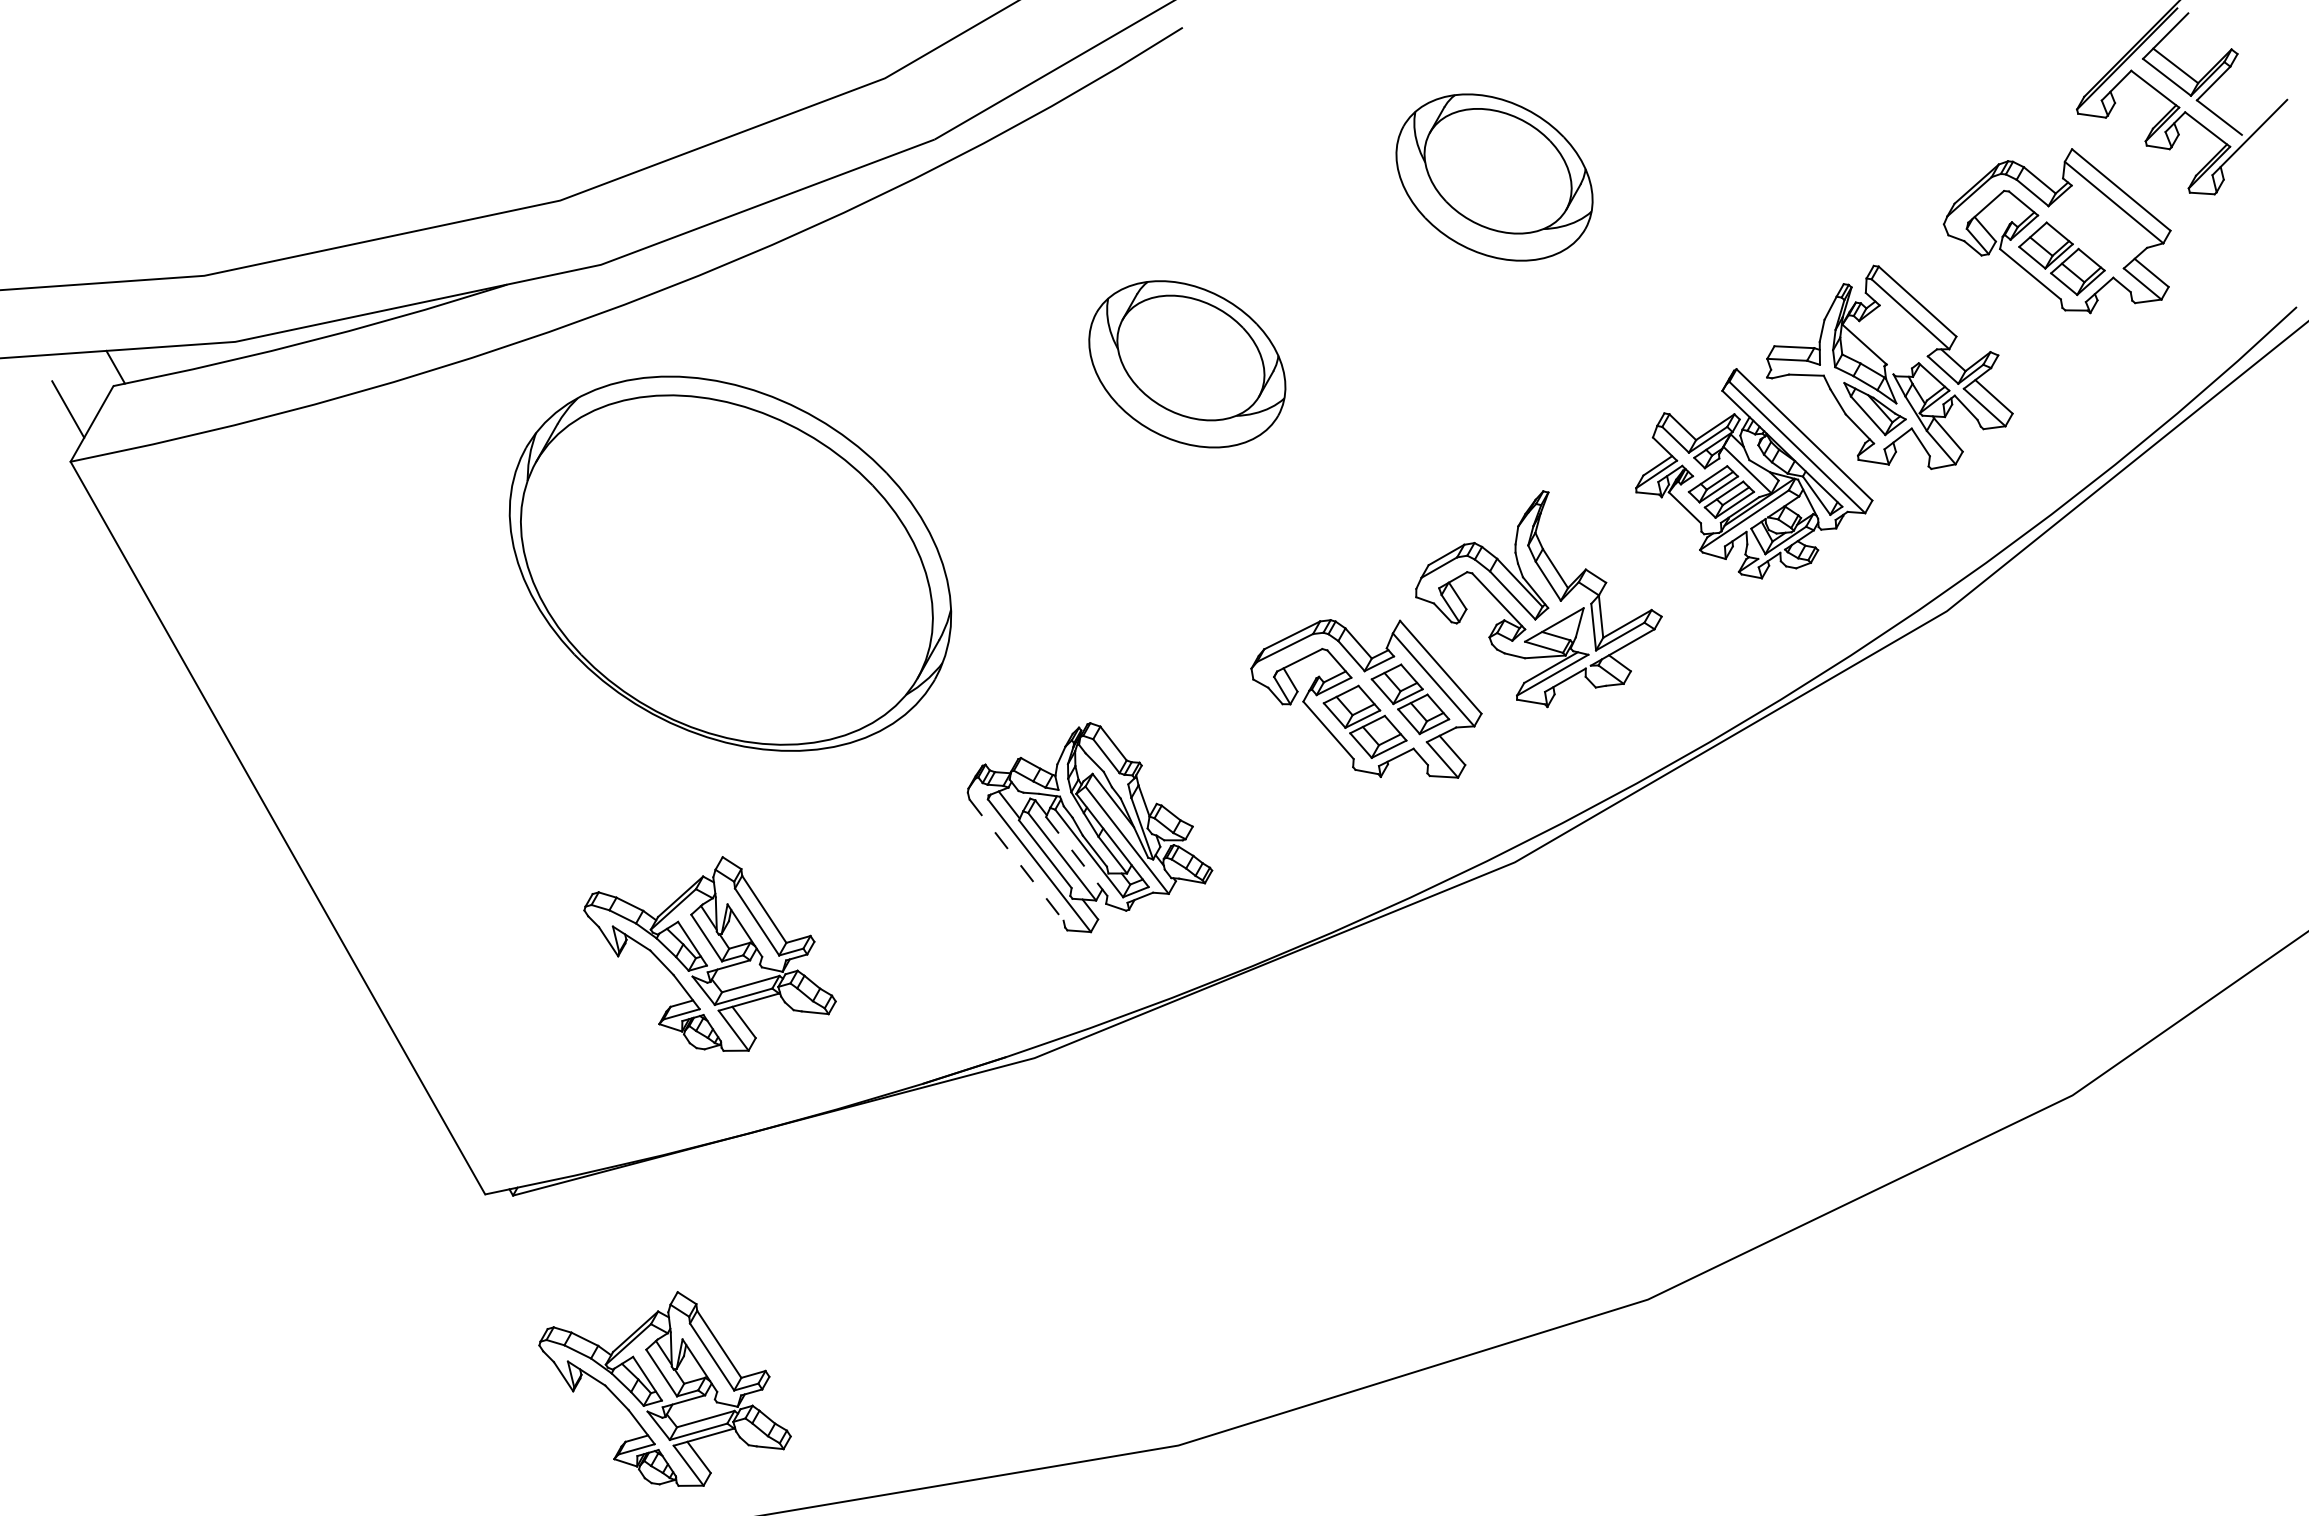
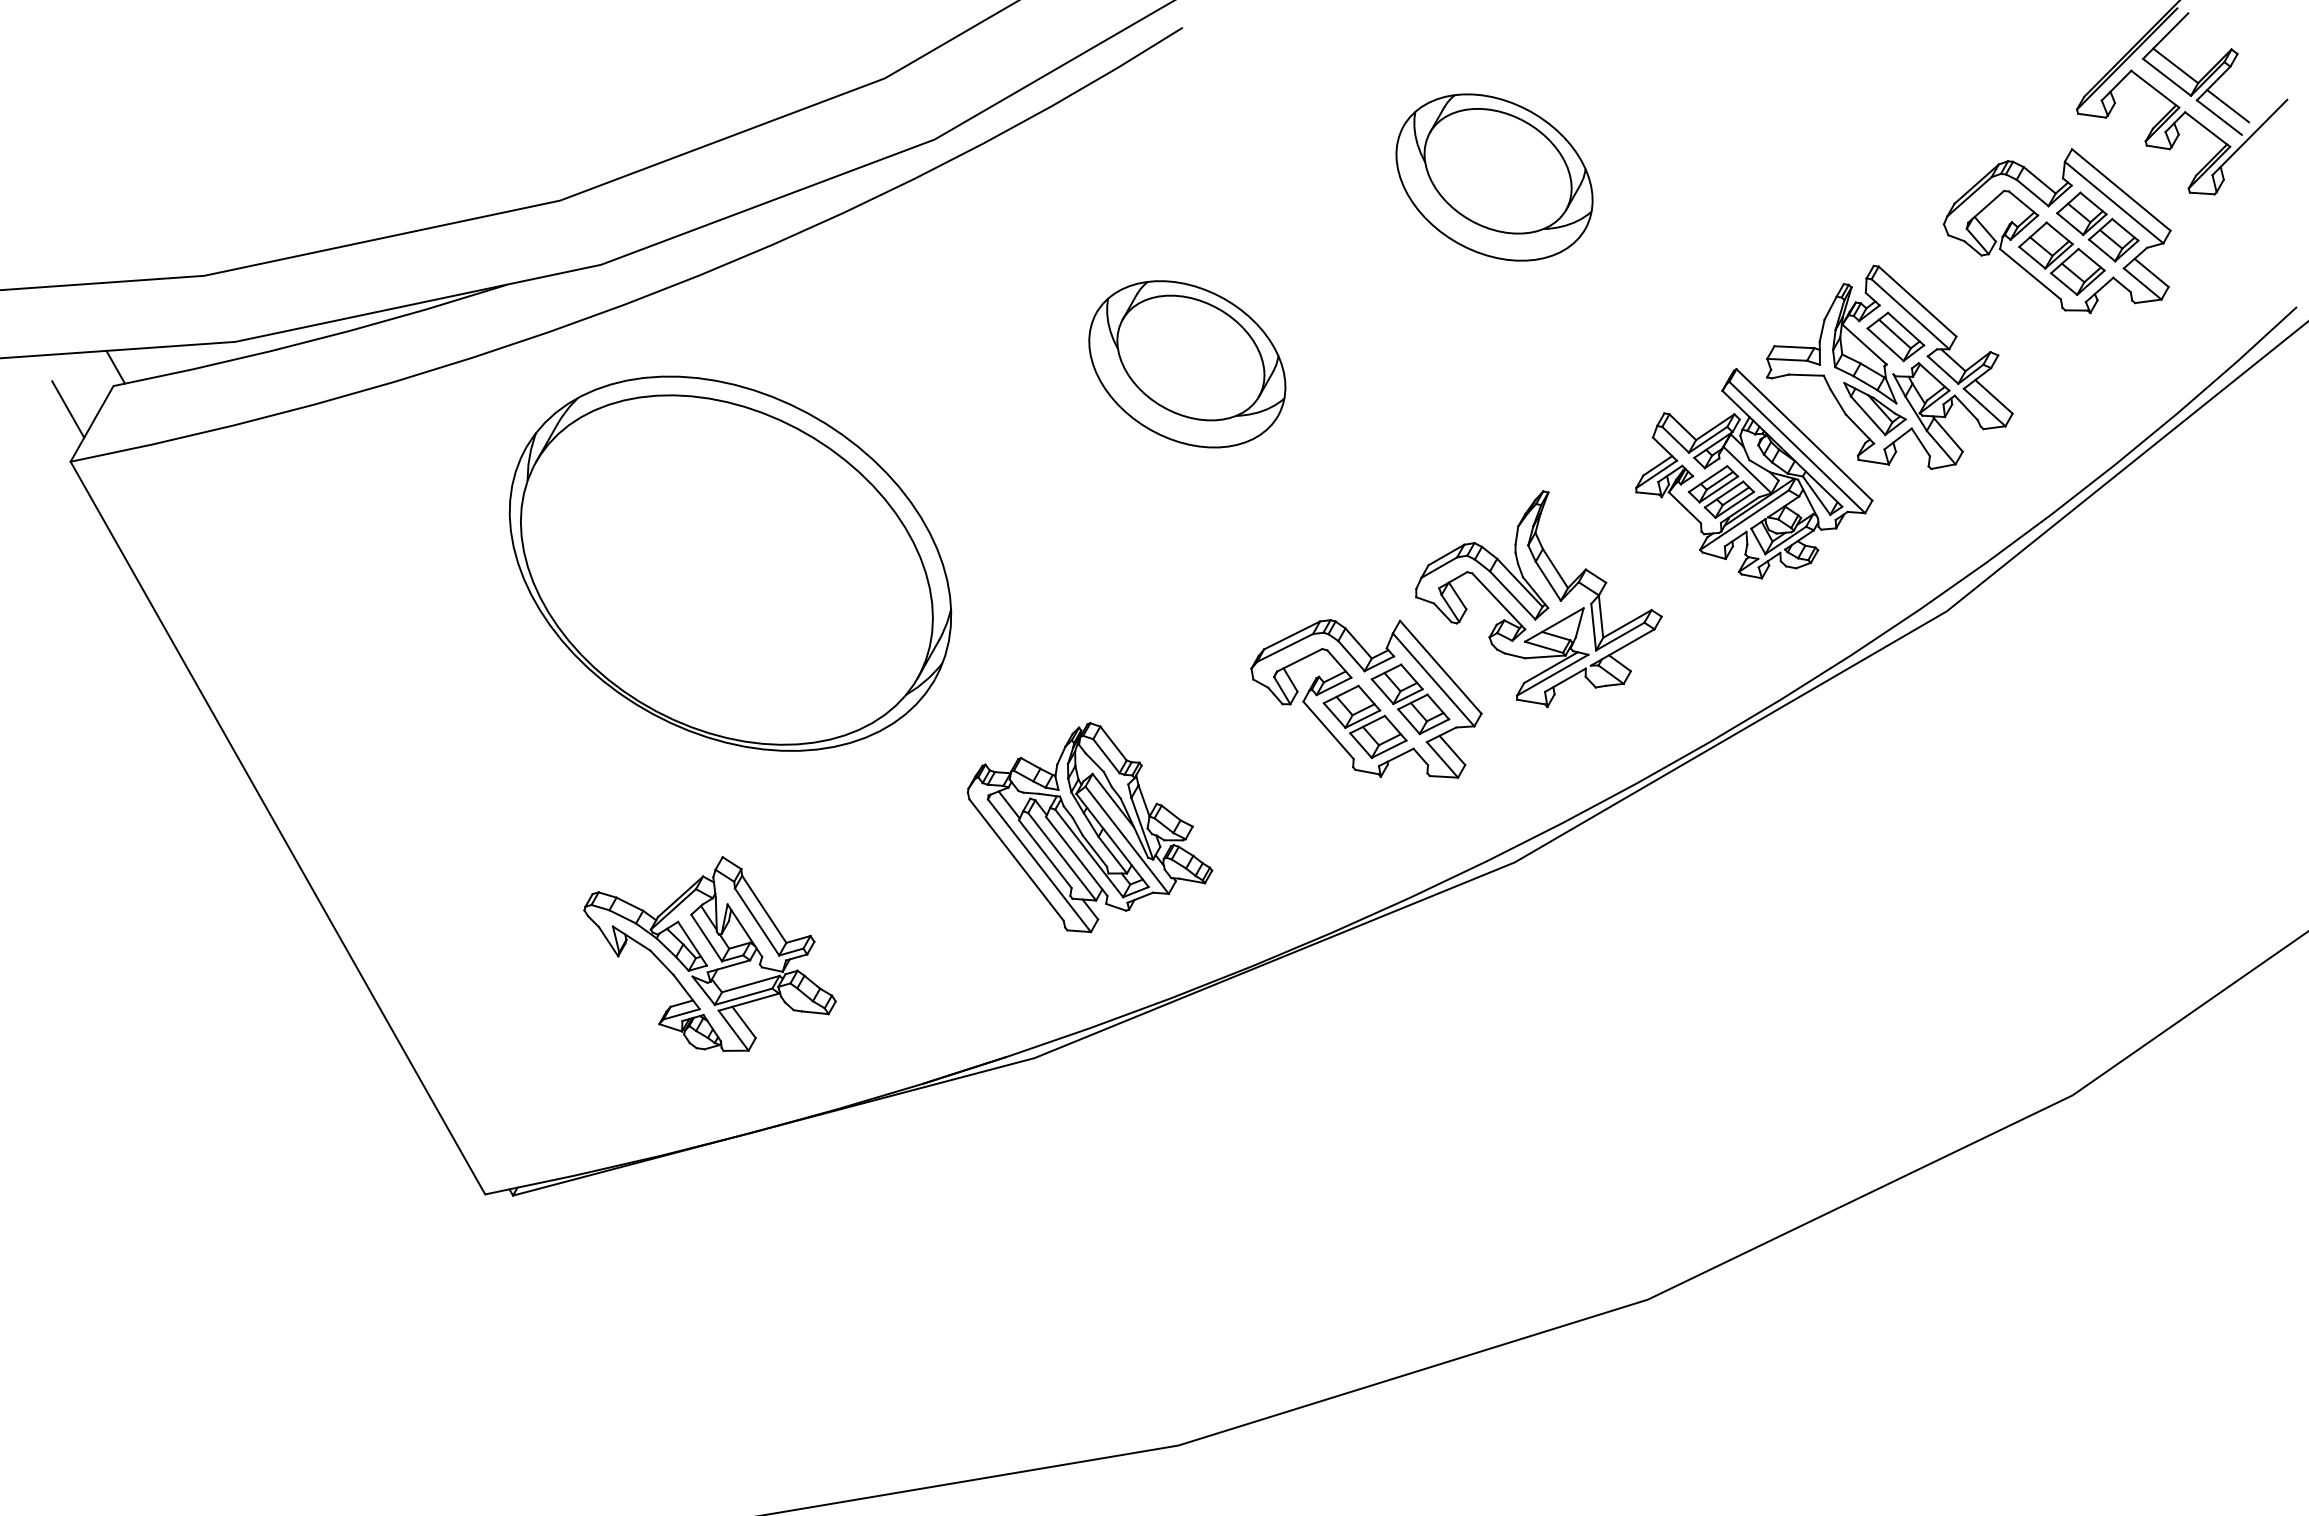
line at (2228, 106): none -> present
part at (2097, 226): none -> present
part at (1895, 336): none -> present
line at (1077, 856): dashed -> solid
line at (1016, 860): dashed -> solid
part at (664, 1388): present -> none
